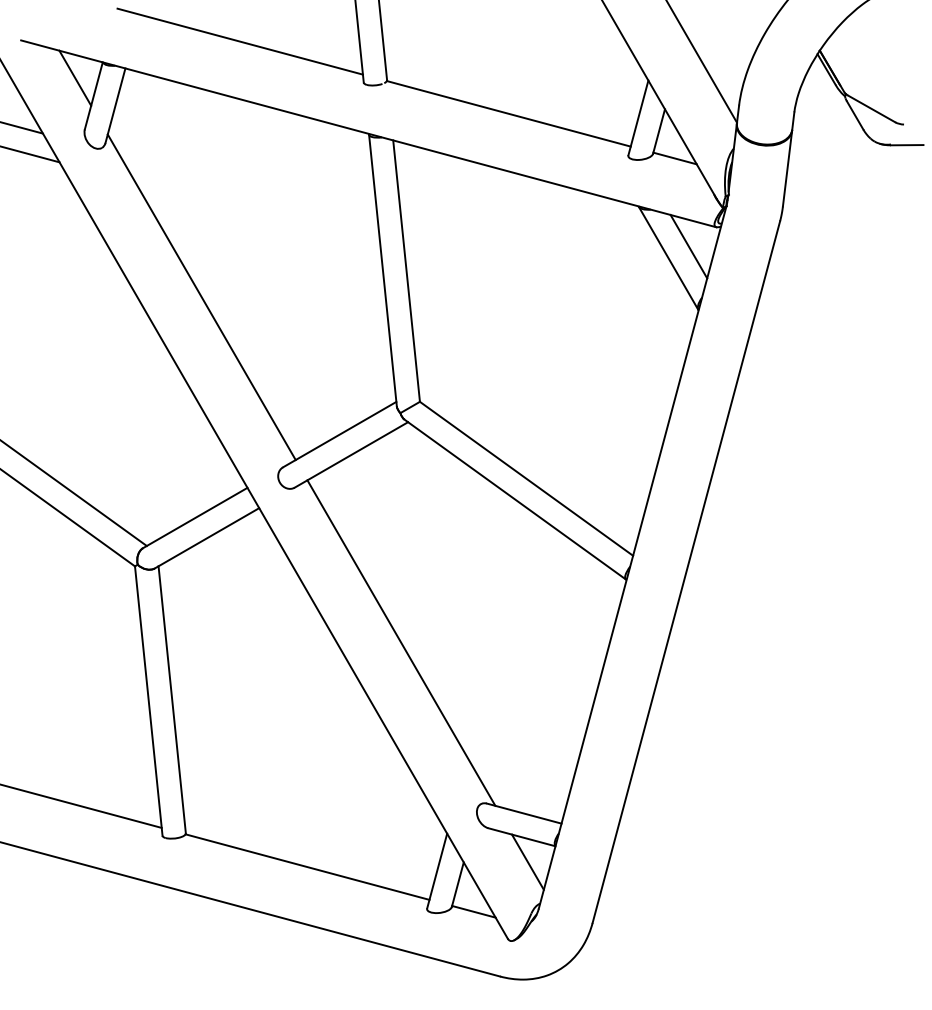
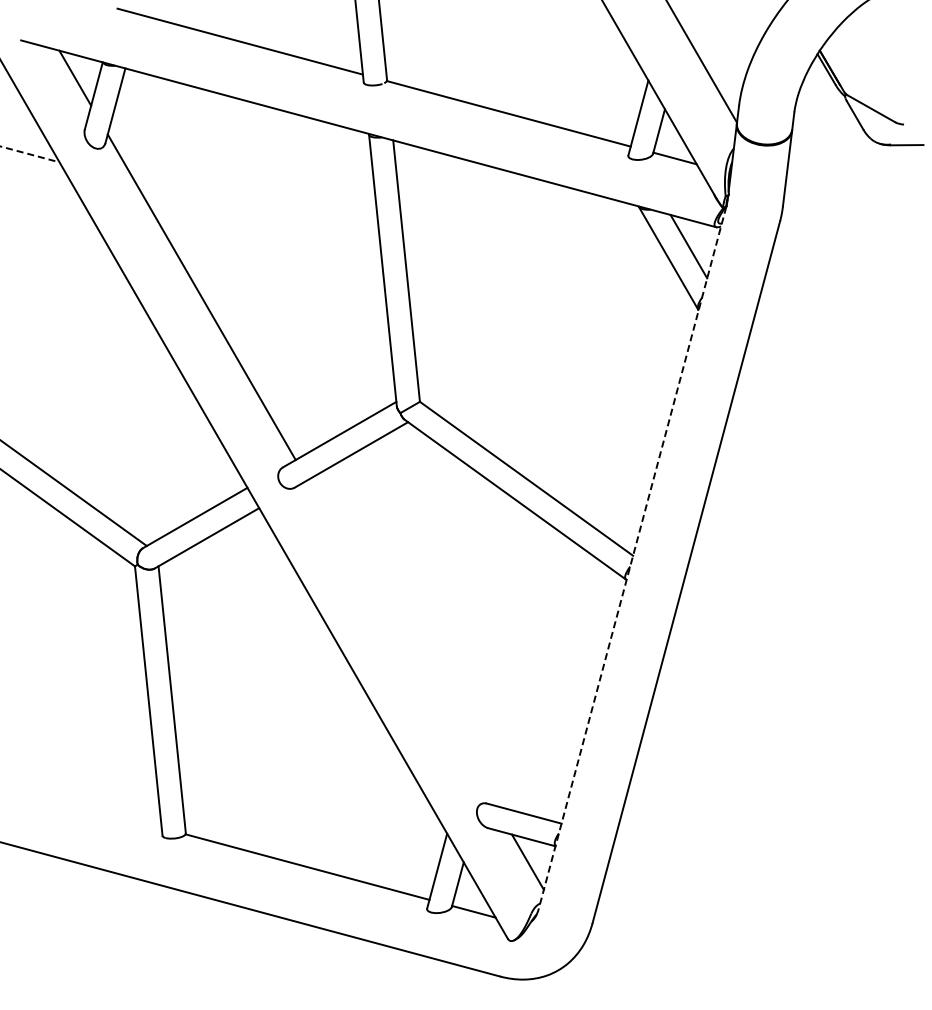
line at (22, 127): present -> none
line at (29, 154): solid -> dashed
line at (632, 558): solid -> dashed
line at (401, 642): present -> none
line at (81, 806): present -> none
